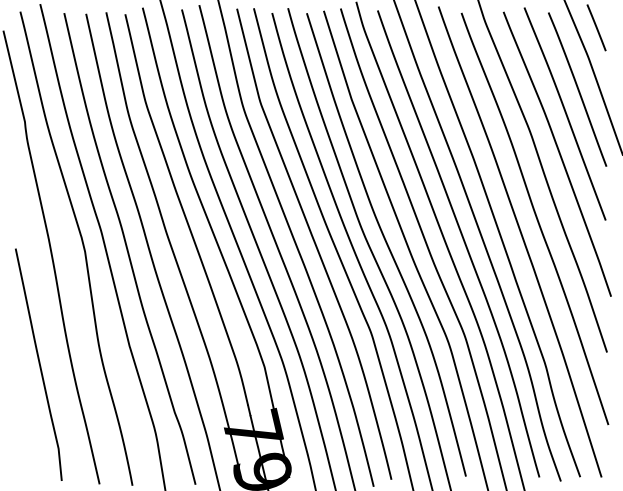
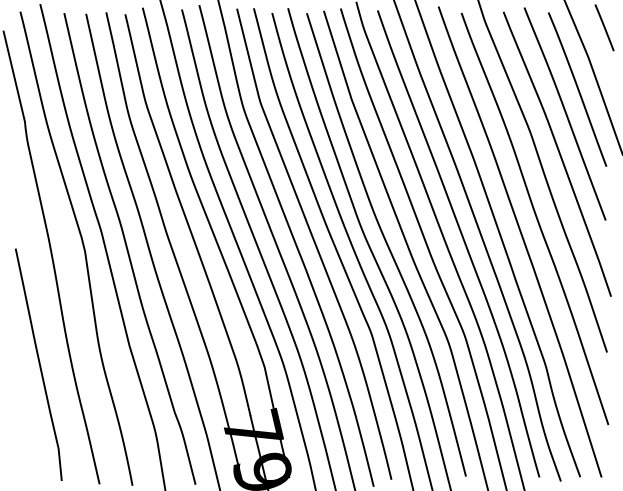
line at (596, 27) position: (596, 27) -> (604, 27)
